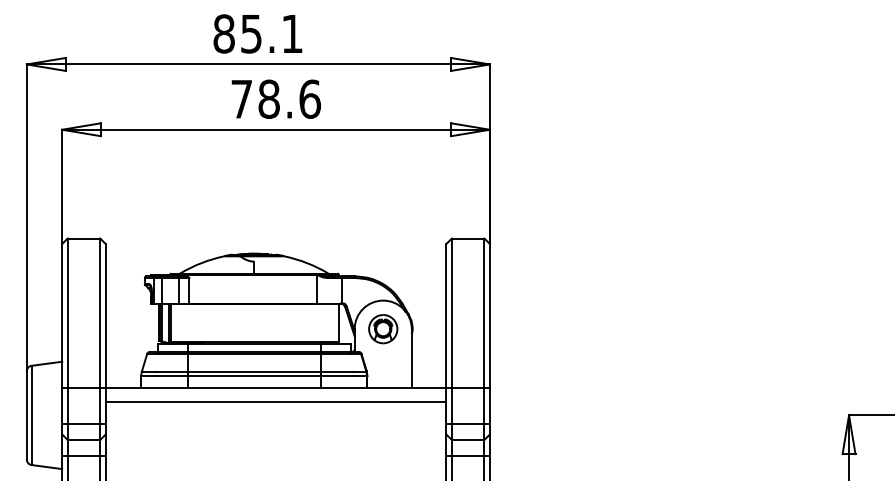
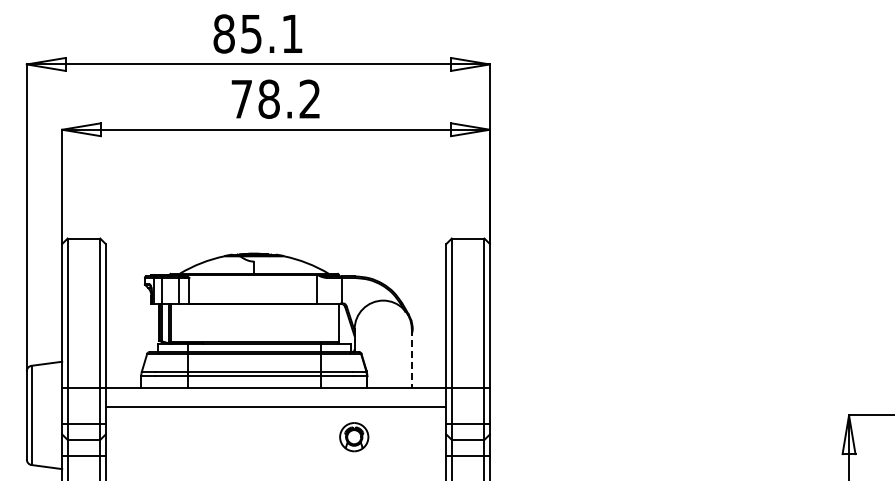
text at (310, 98): 78.6 -> 78.2
part at (383, 329) position: (383, 329) -> (354, 437)
line at (411, 358): solid -> dashed
line at (275, 401) position: (275, 401) -> (275, 406)
